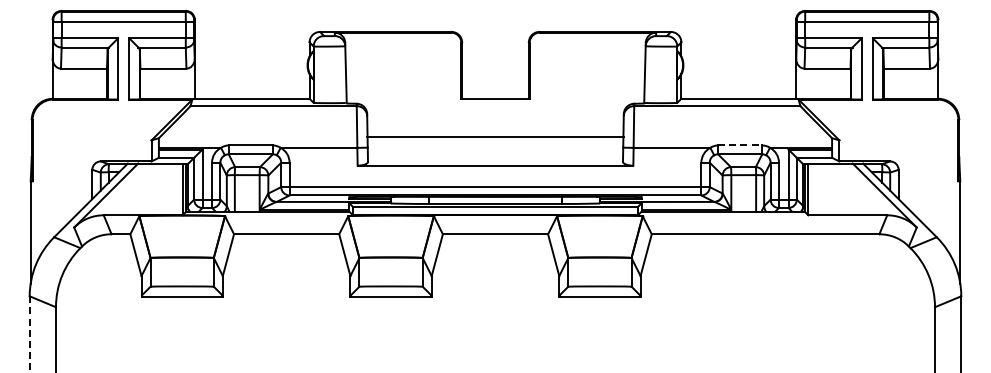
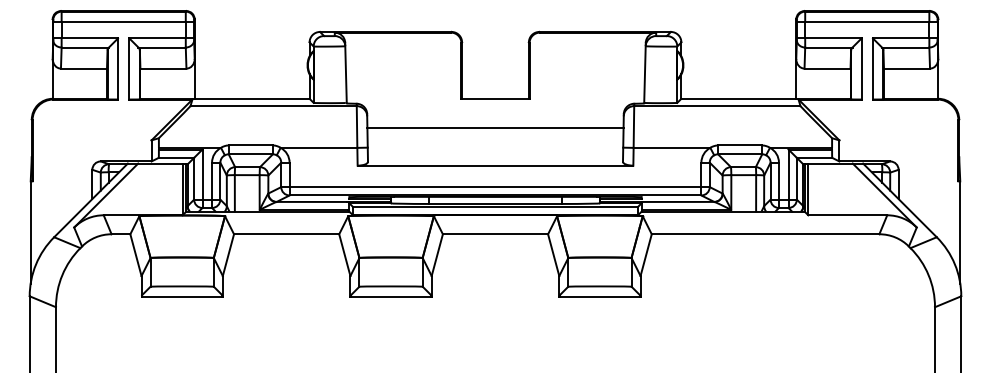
line at (495, 137) position: (495, 137) -> (495, 128)
line at (740, 145): dashed -> solid
line at (29, 334): dashed -> solid
